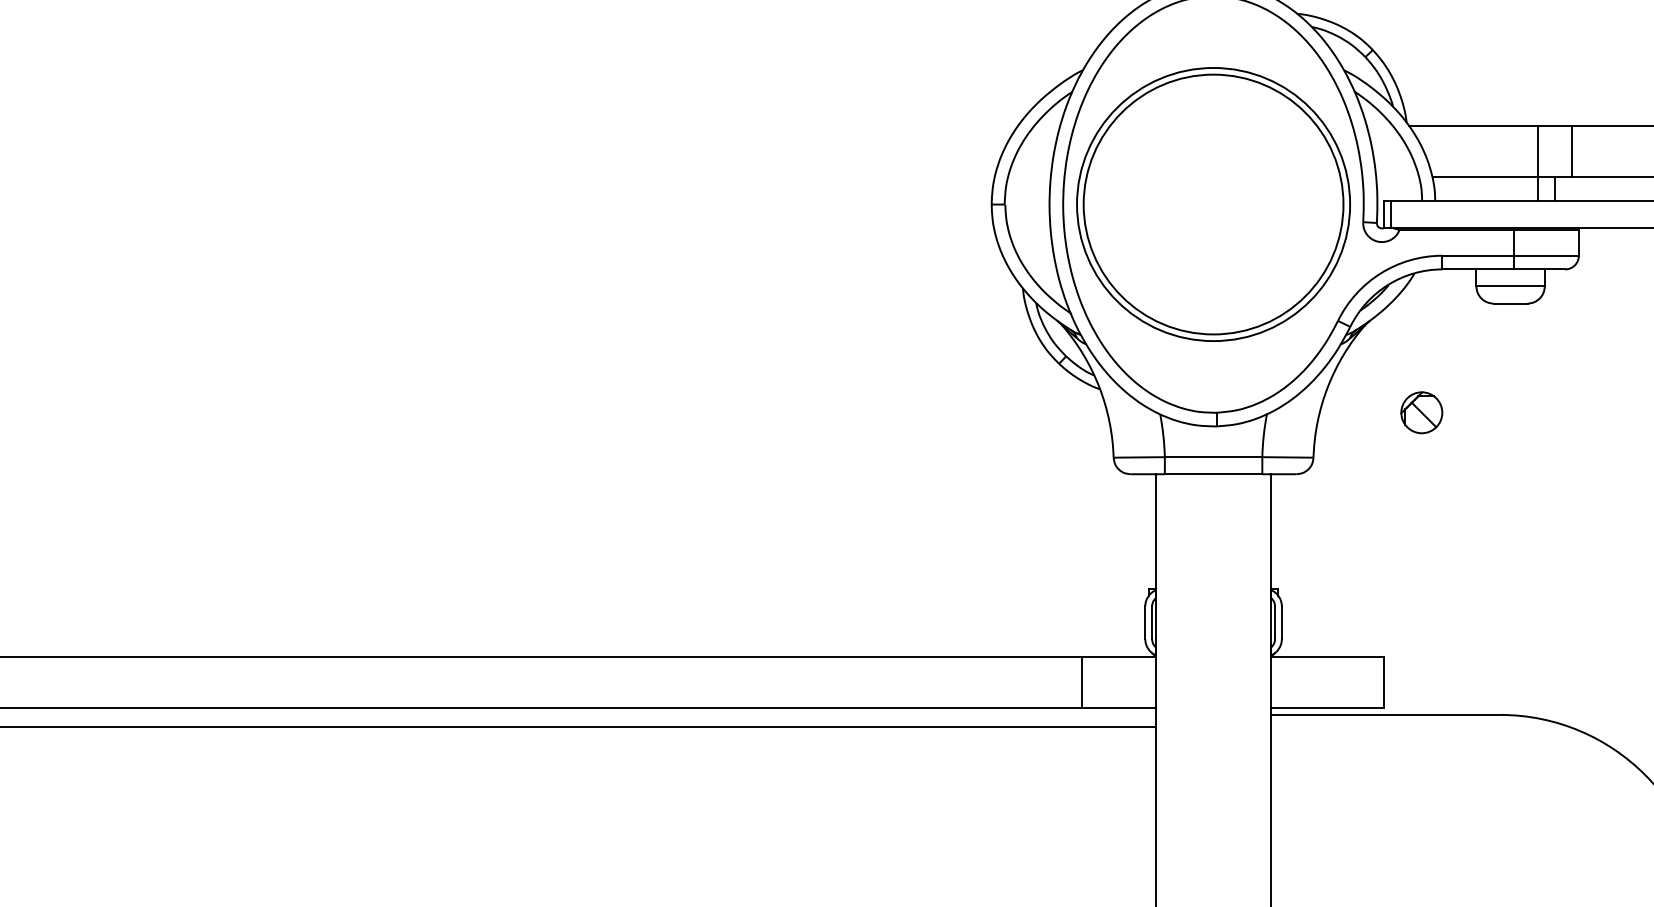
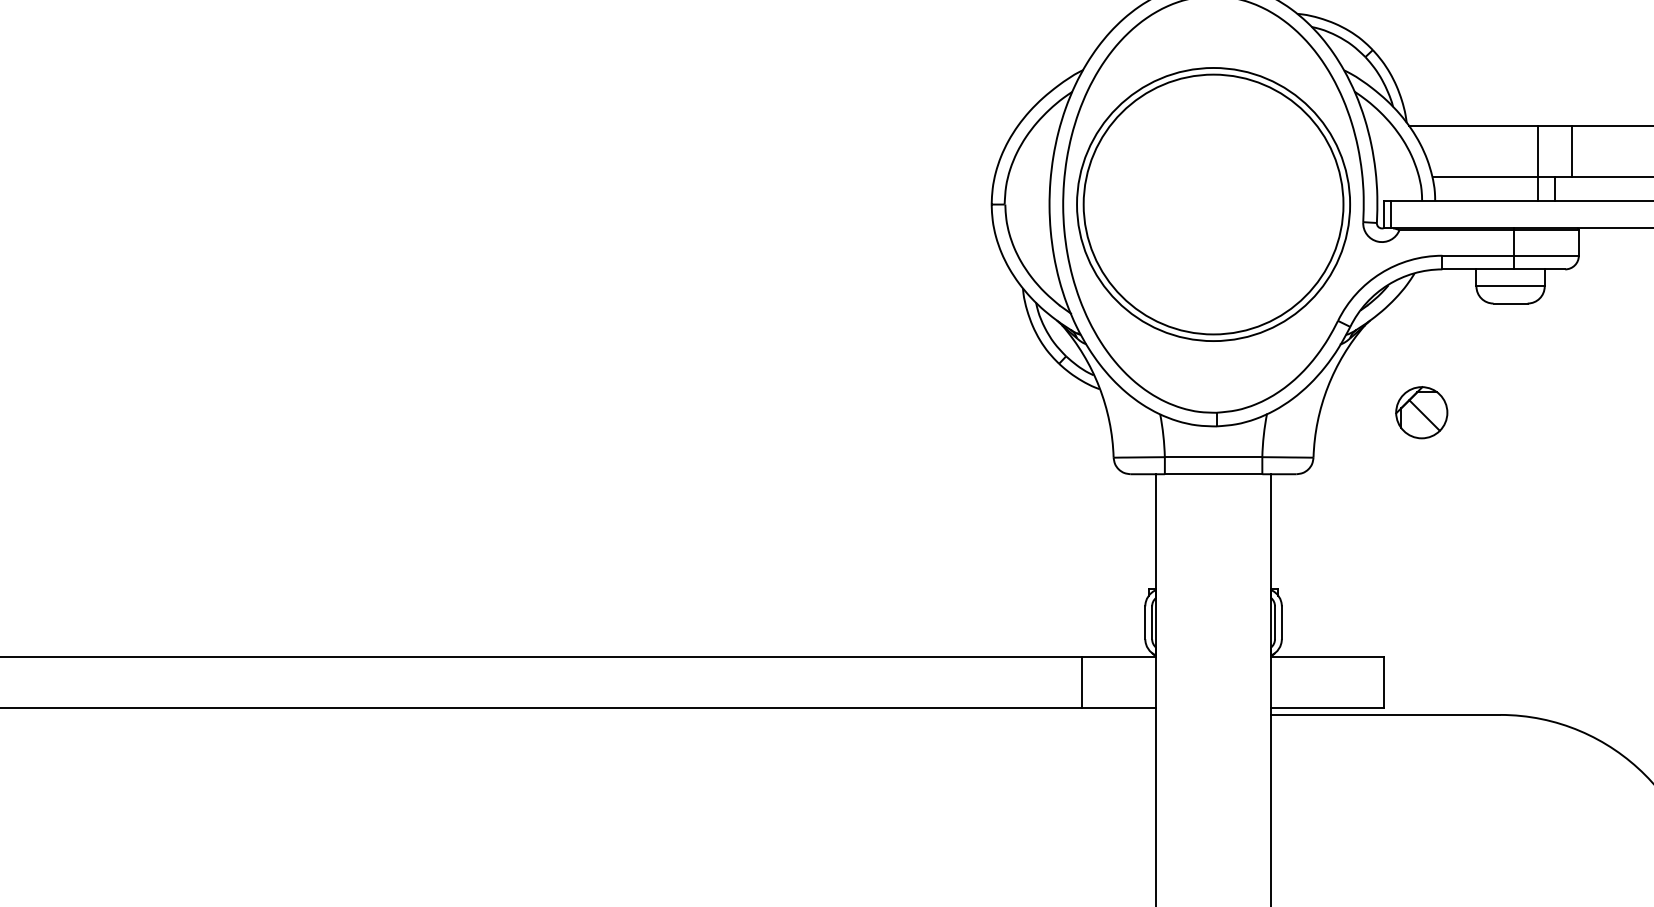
part at (1421, 412) size: 44x44 px -> 54x54 px
line at (579, 726): present -> none
